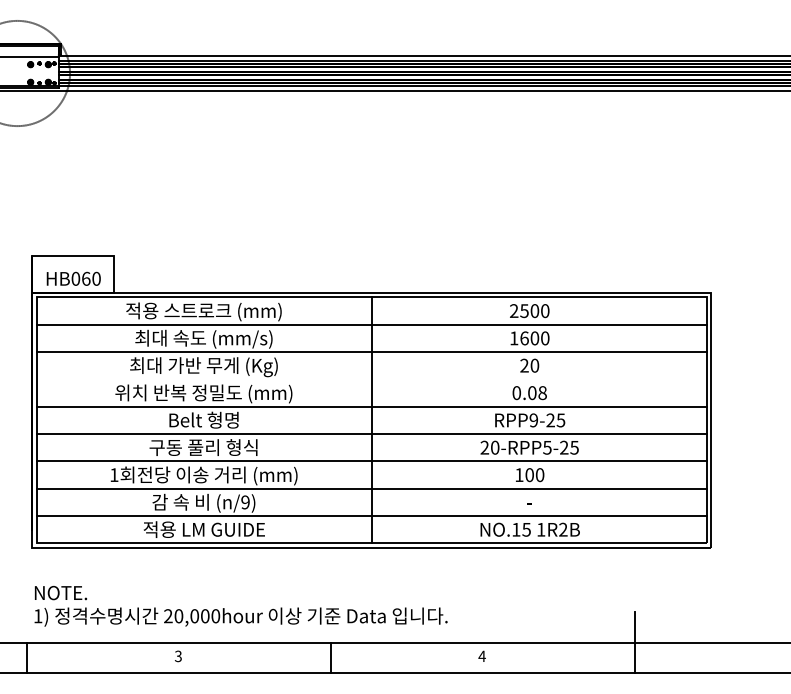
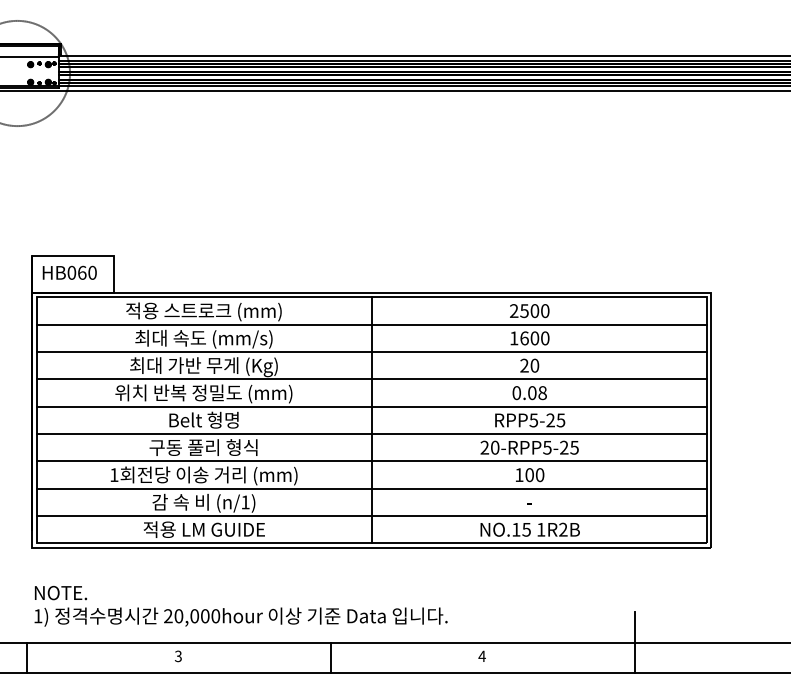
text at (73, 278) position: (73, 278) -> (69, 272)
line at (371, 379): none -> present
text at (533, 420): RPP9-25 -> RPP5-25
text at (245, 502): (n/9) -> (n/1)
